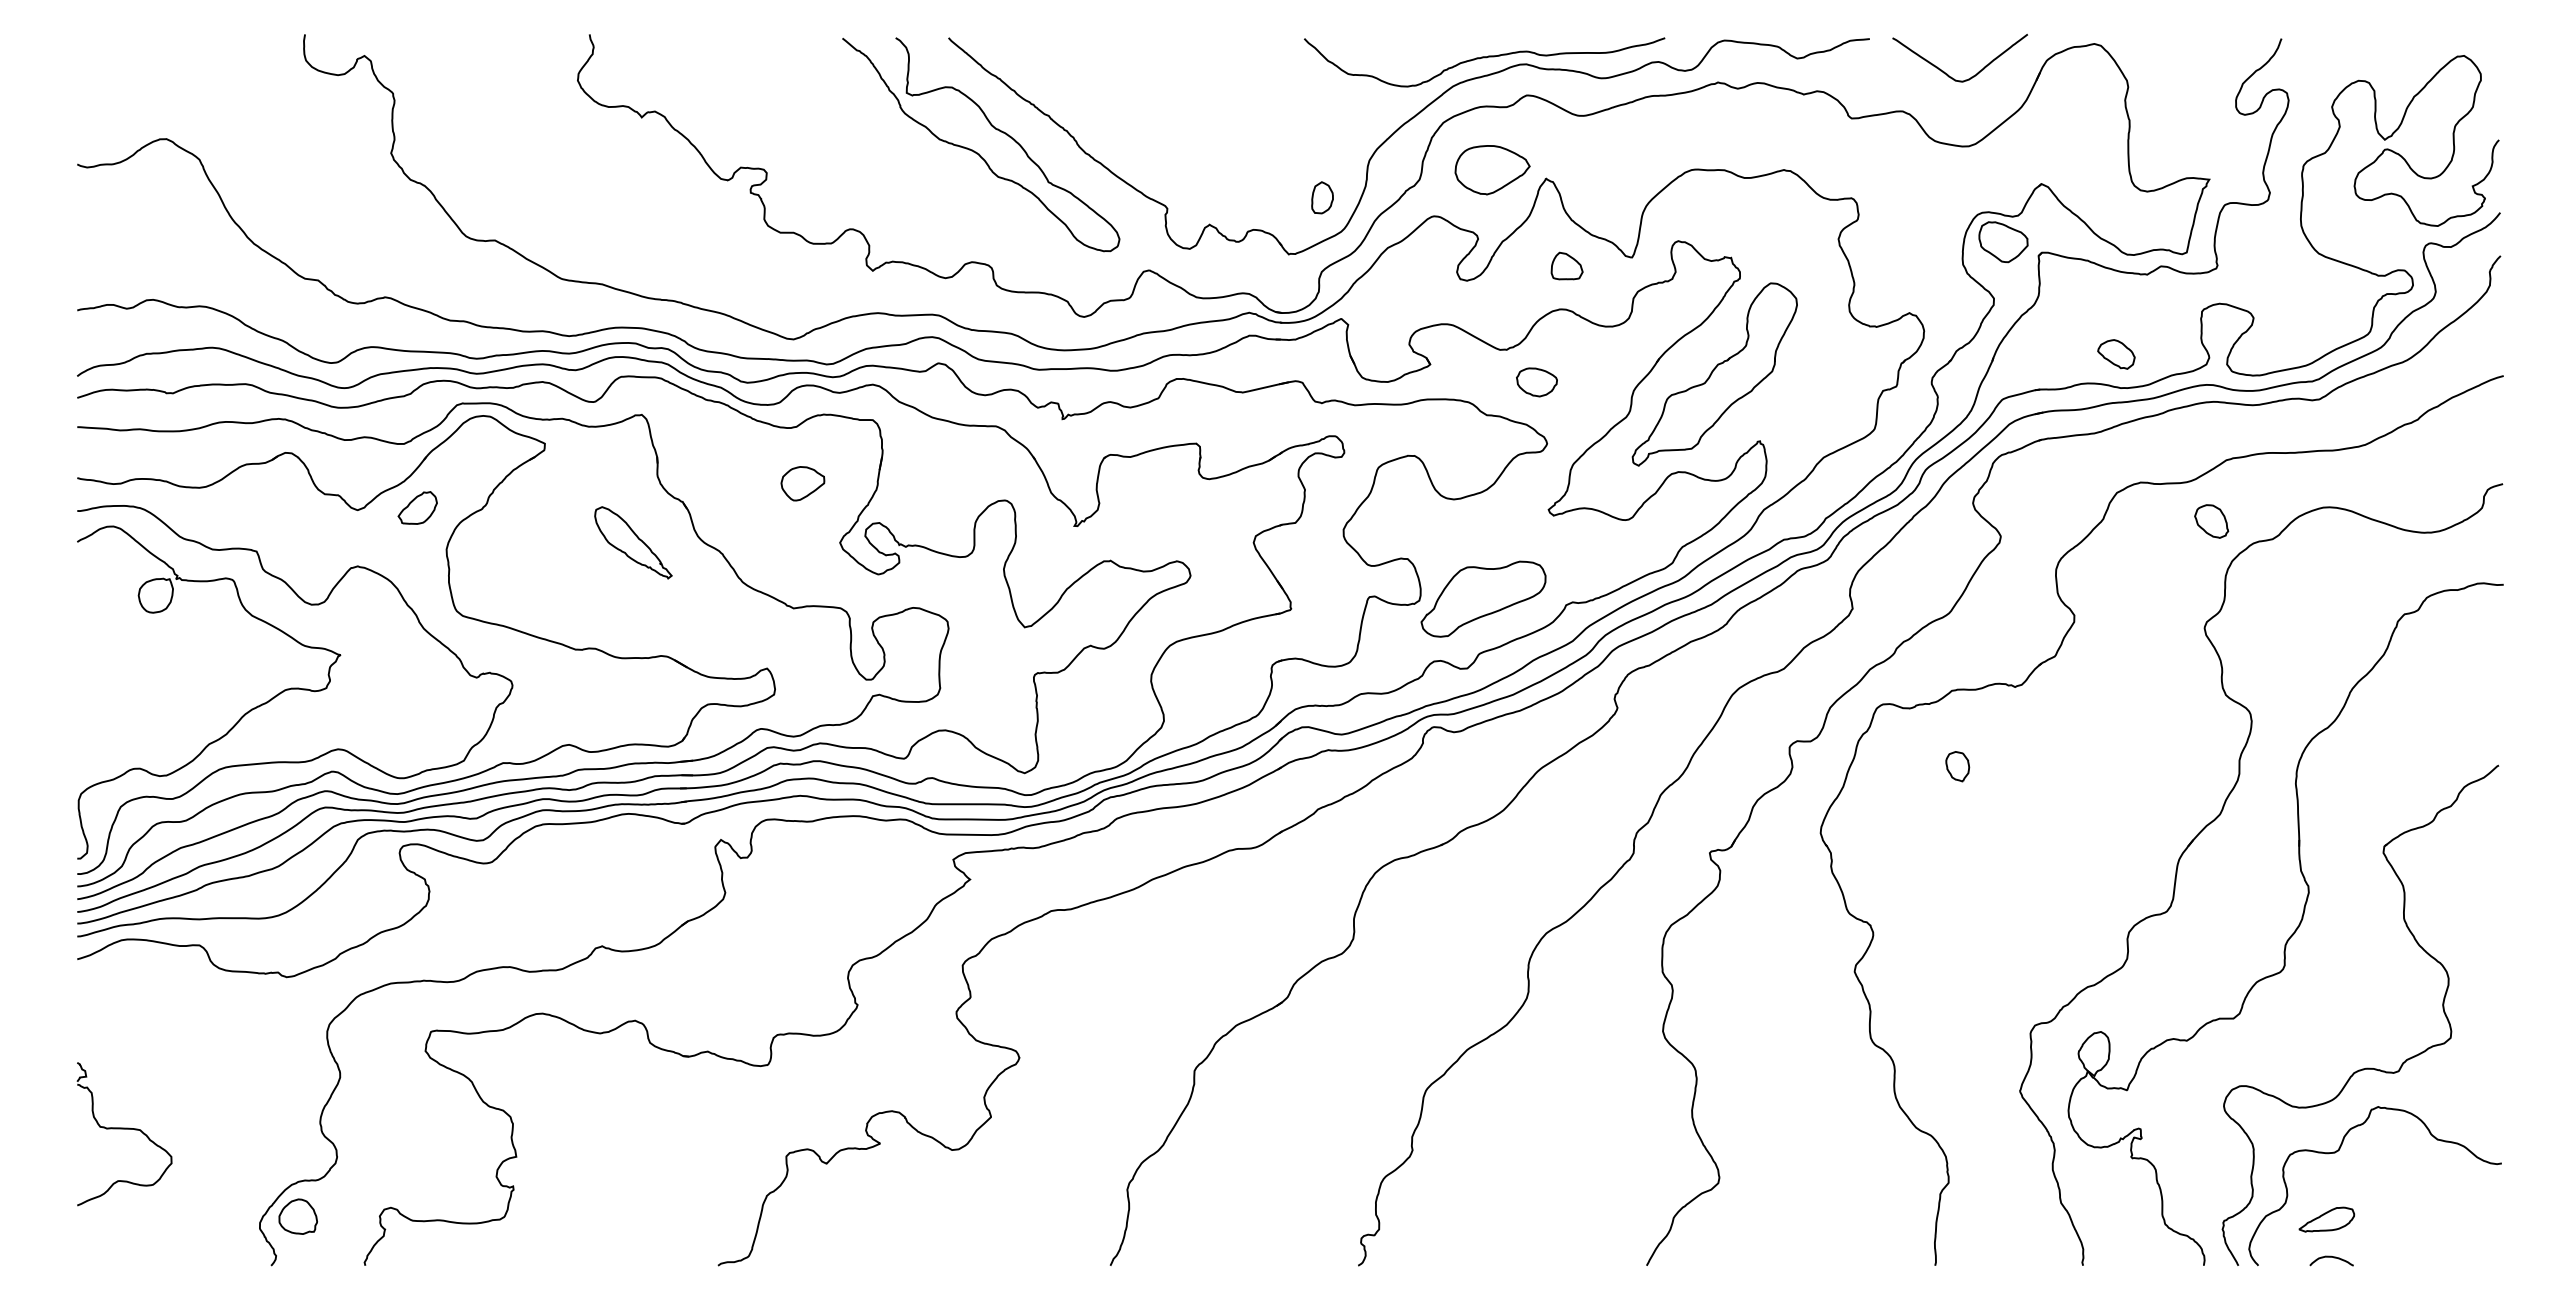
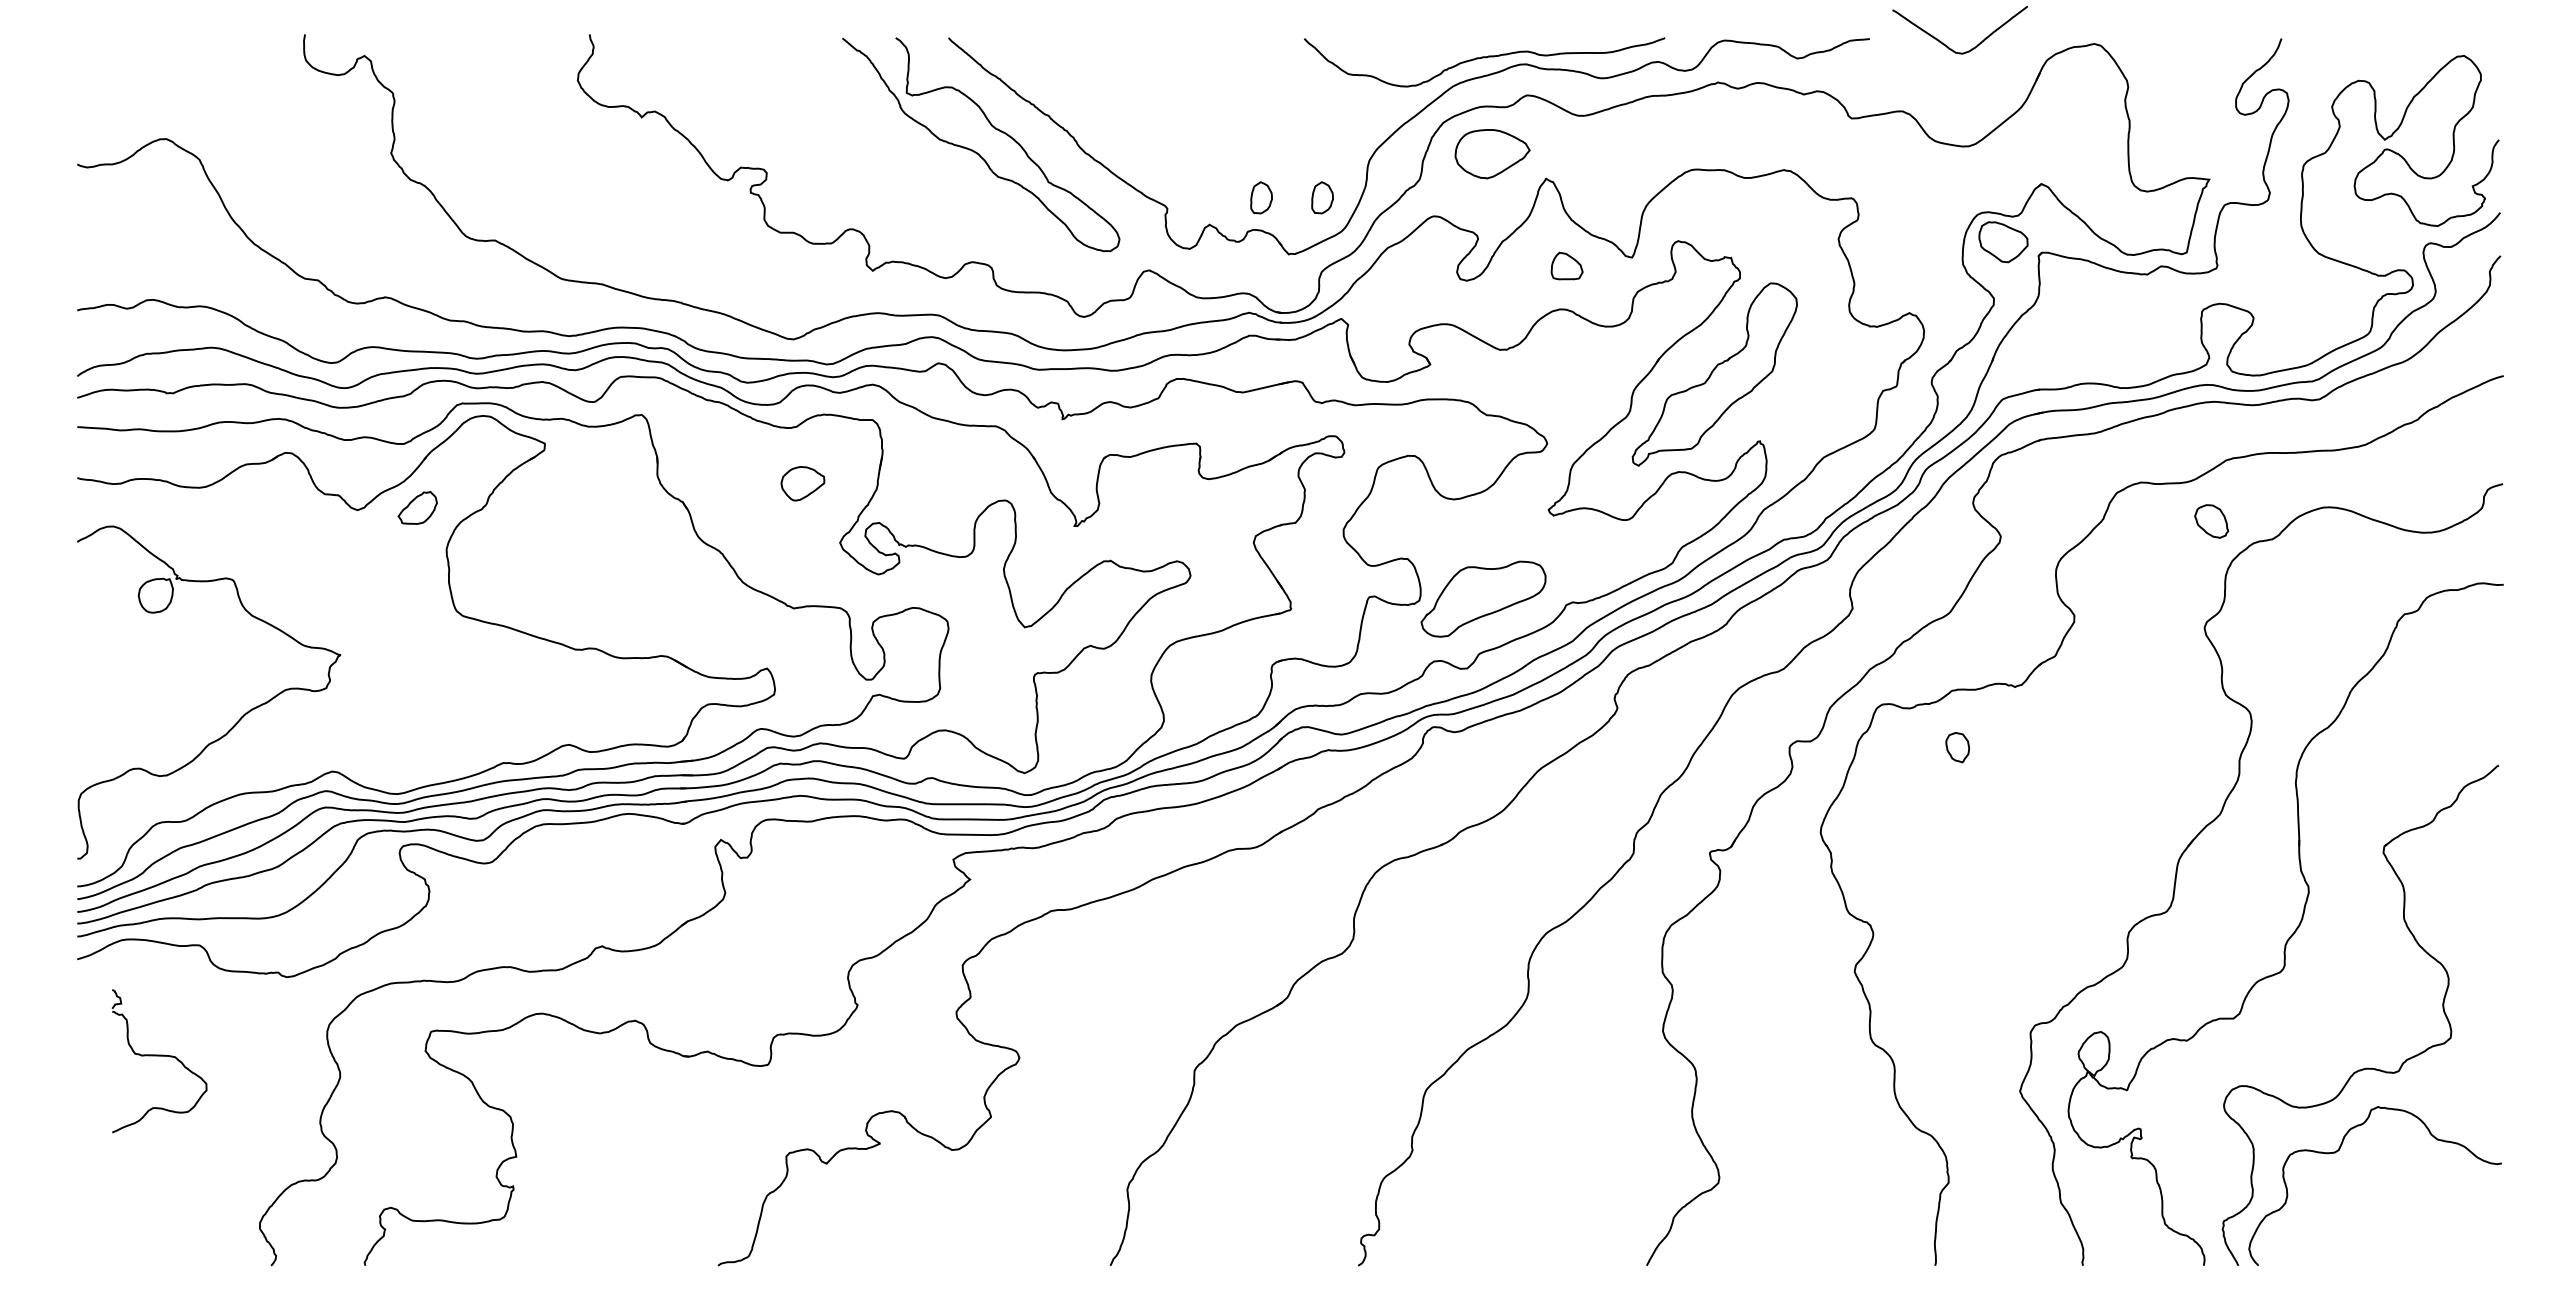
curve at (1947, 73) position: (1947, 73) -> (1947, 45)
part at (1492, 170) position: (1492, 170) -> (1492, 154)
part at (1261, 197): none -> present
part at (2116, 354): present -> none
part at (1536, 382): present -> none
part at (633, 542): present -> none
curve at (327, 751): present -> none
part at (1957, 766) position: (1957, 766) -> (1957, 747)
part at (124, 1134) position: (124, 1134) -> (159, 1061)
part at (297, 1216): present -> none
part at (2326, 1219): present -> none
curve at (2333, 1258): present -> none
